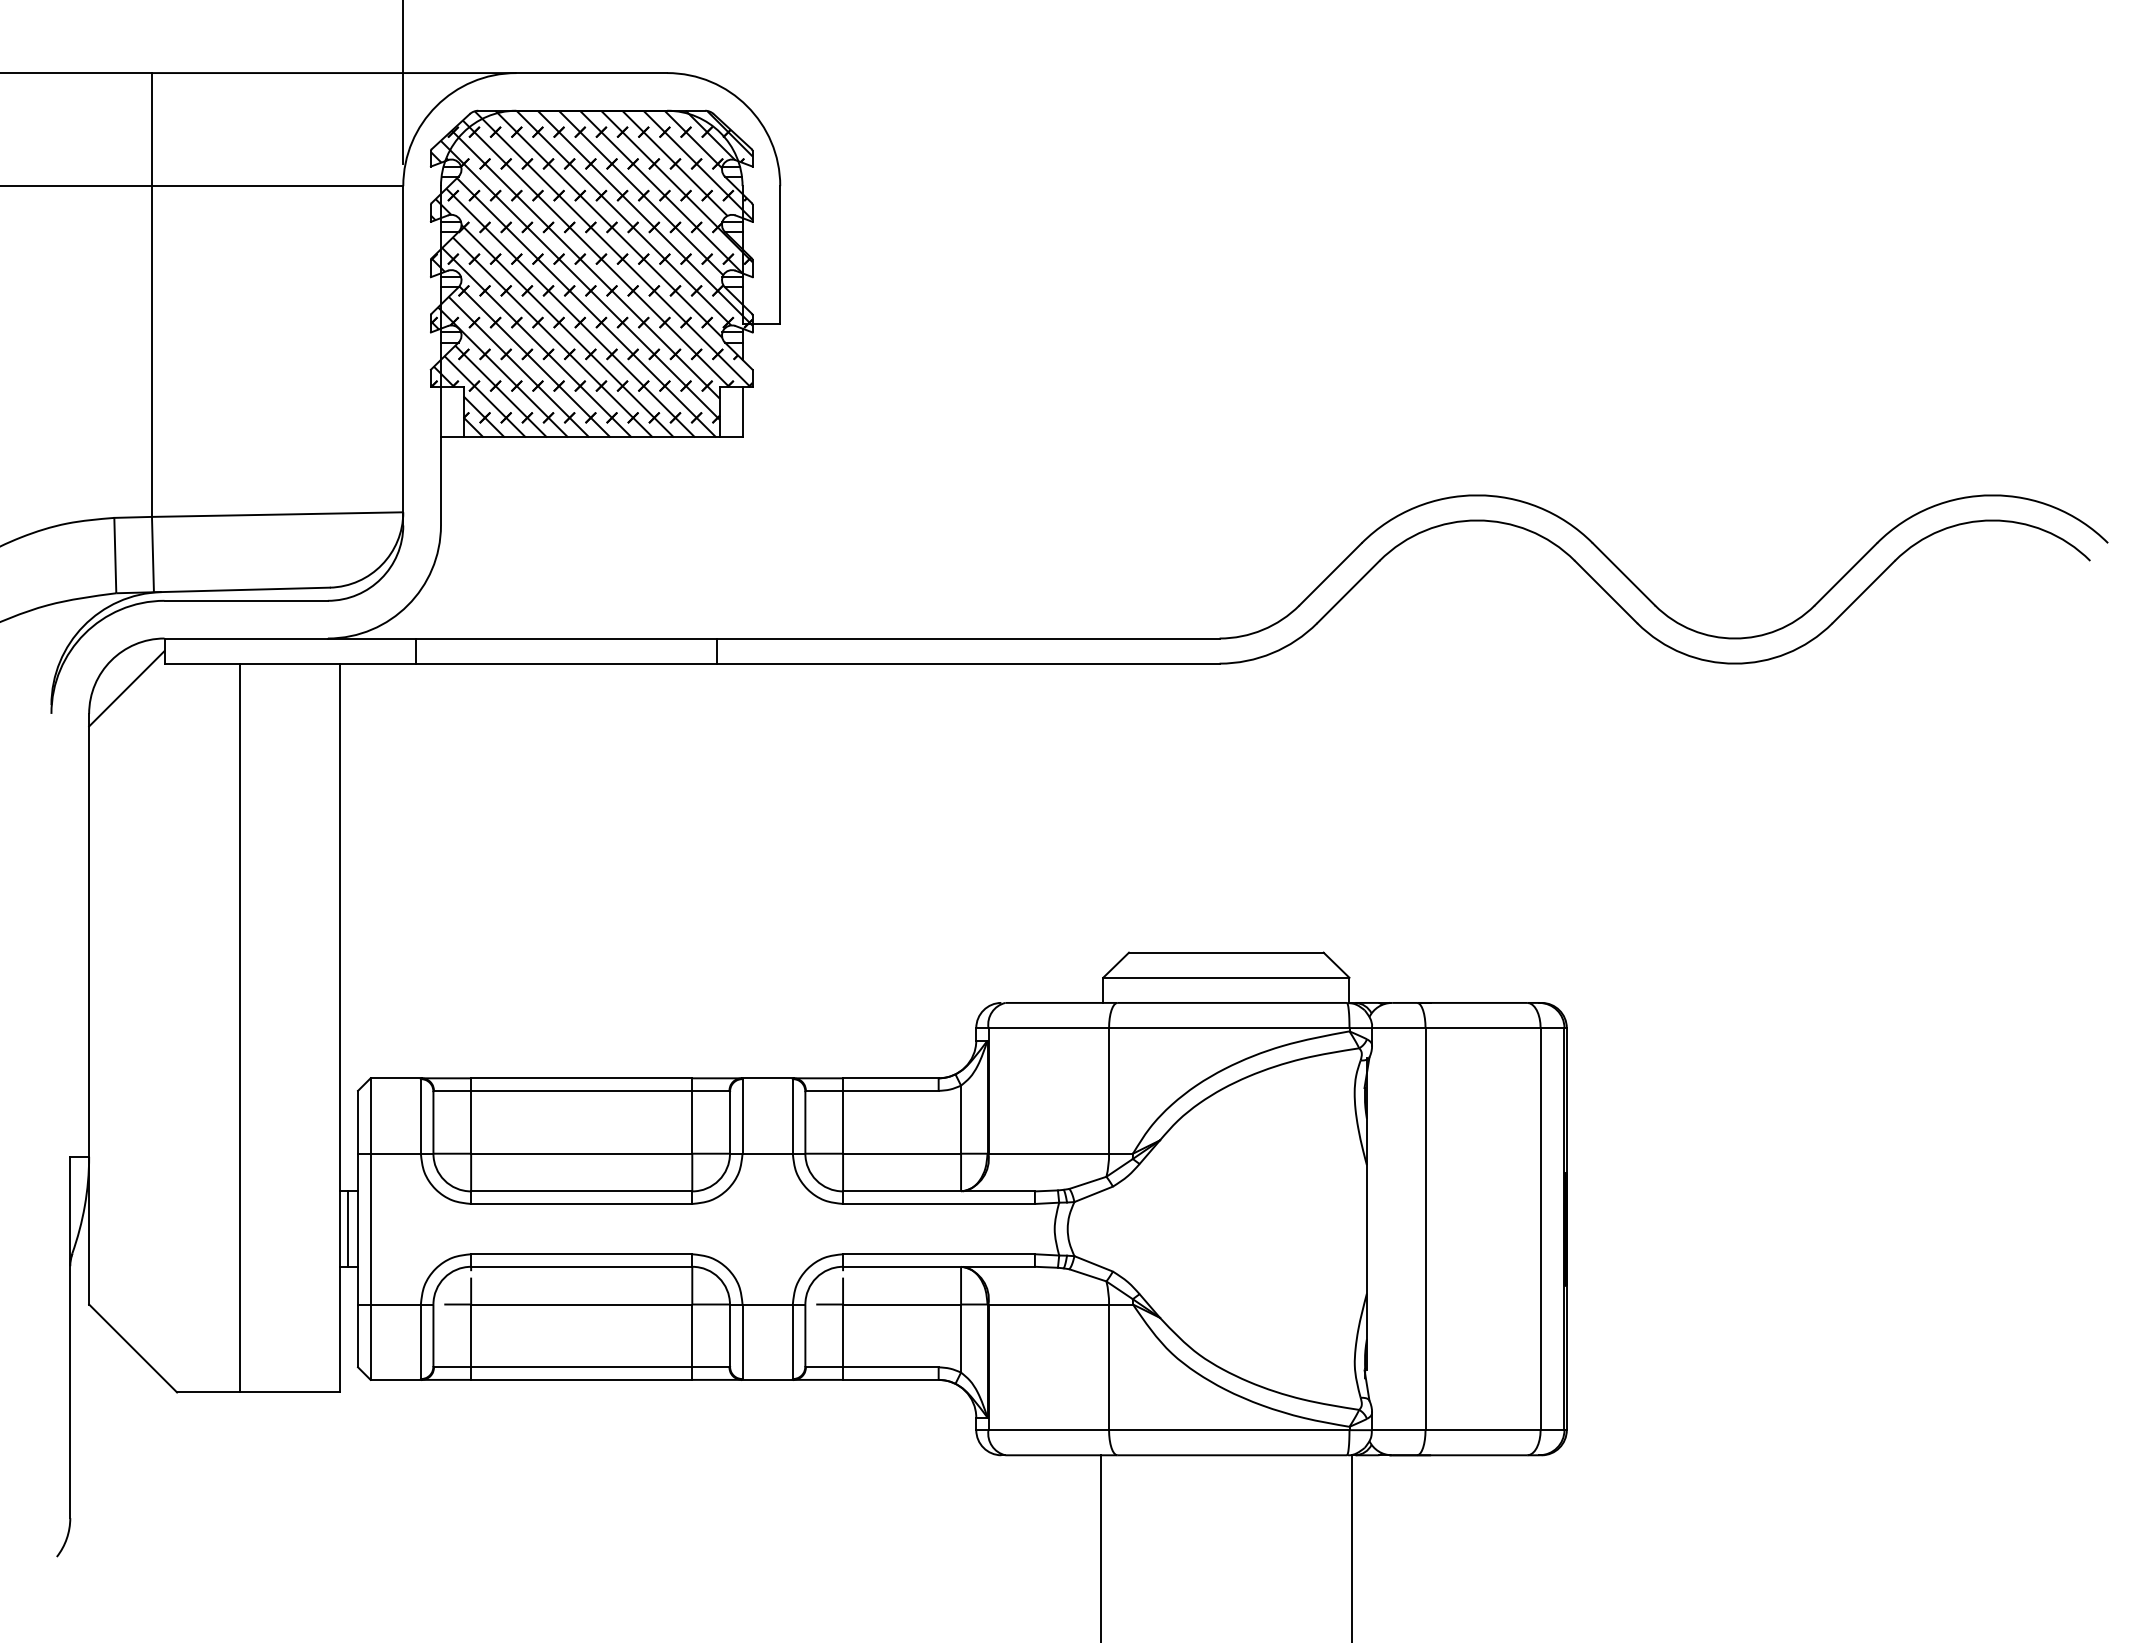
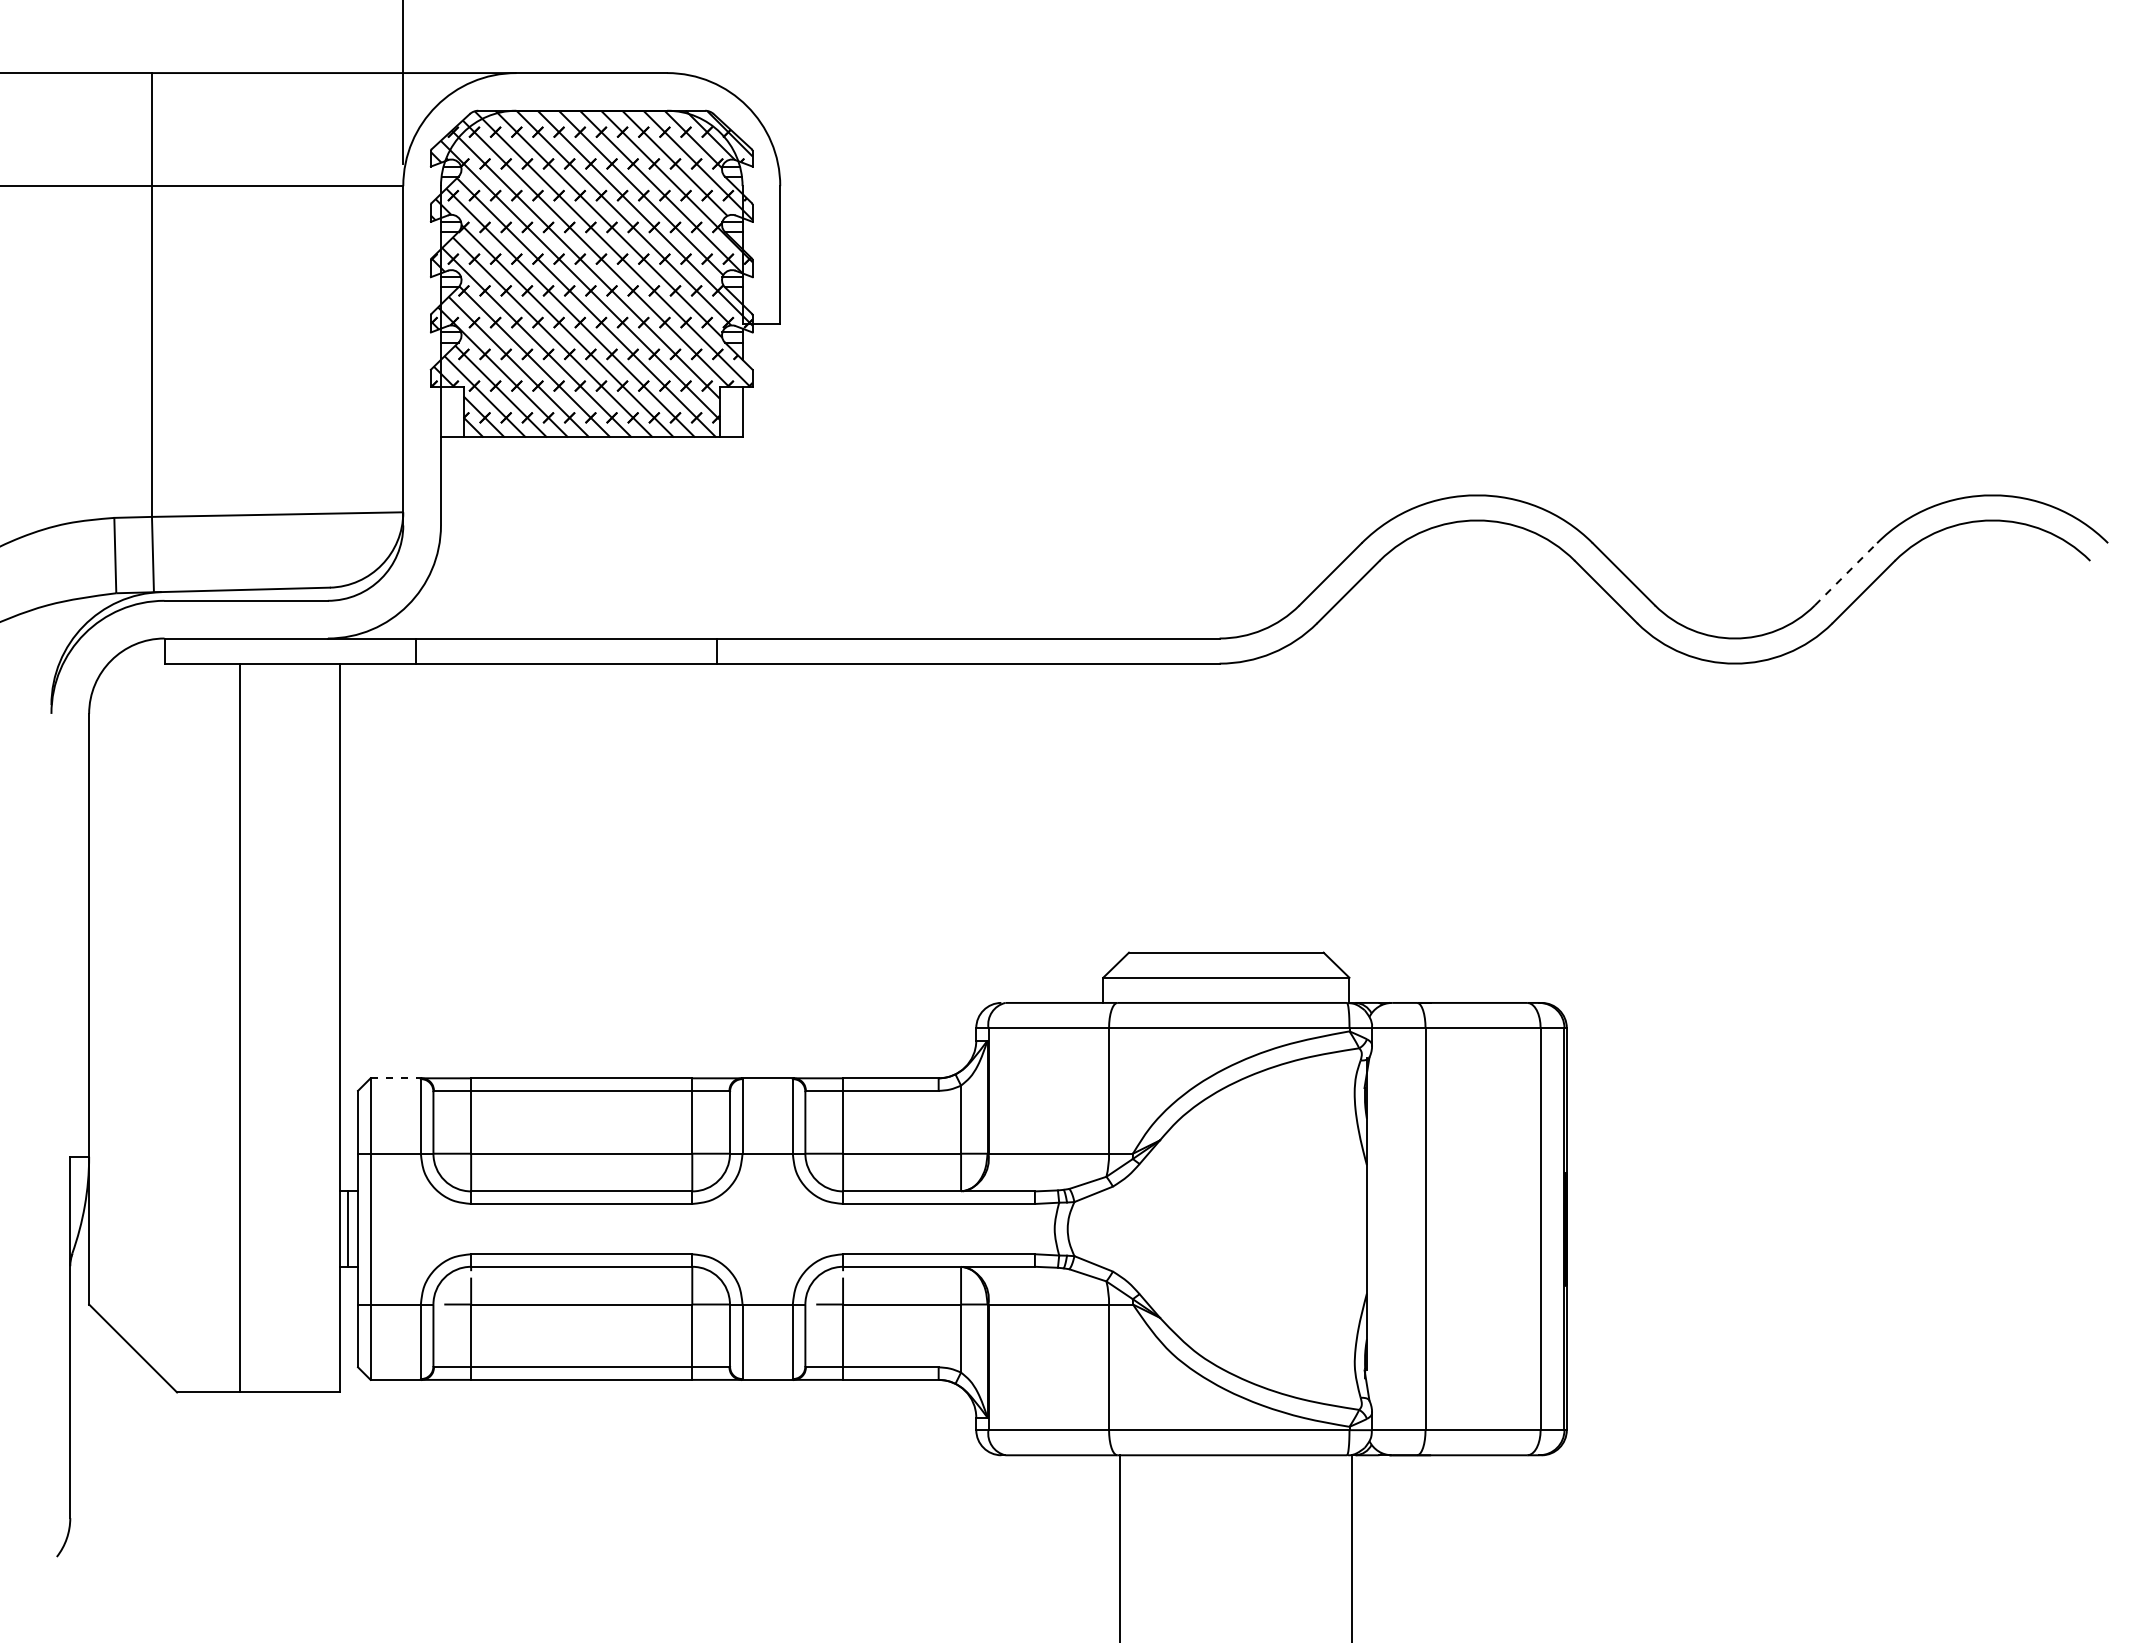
line at (1846, 574): solid -> dashed
line at (126, 688): present -> none
line at (396, 1078): solid -> dashed
line at (1100, 1547) position: (1100, 1547) -> (1119, 1547)
